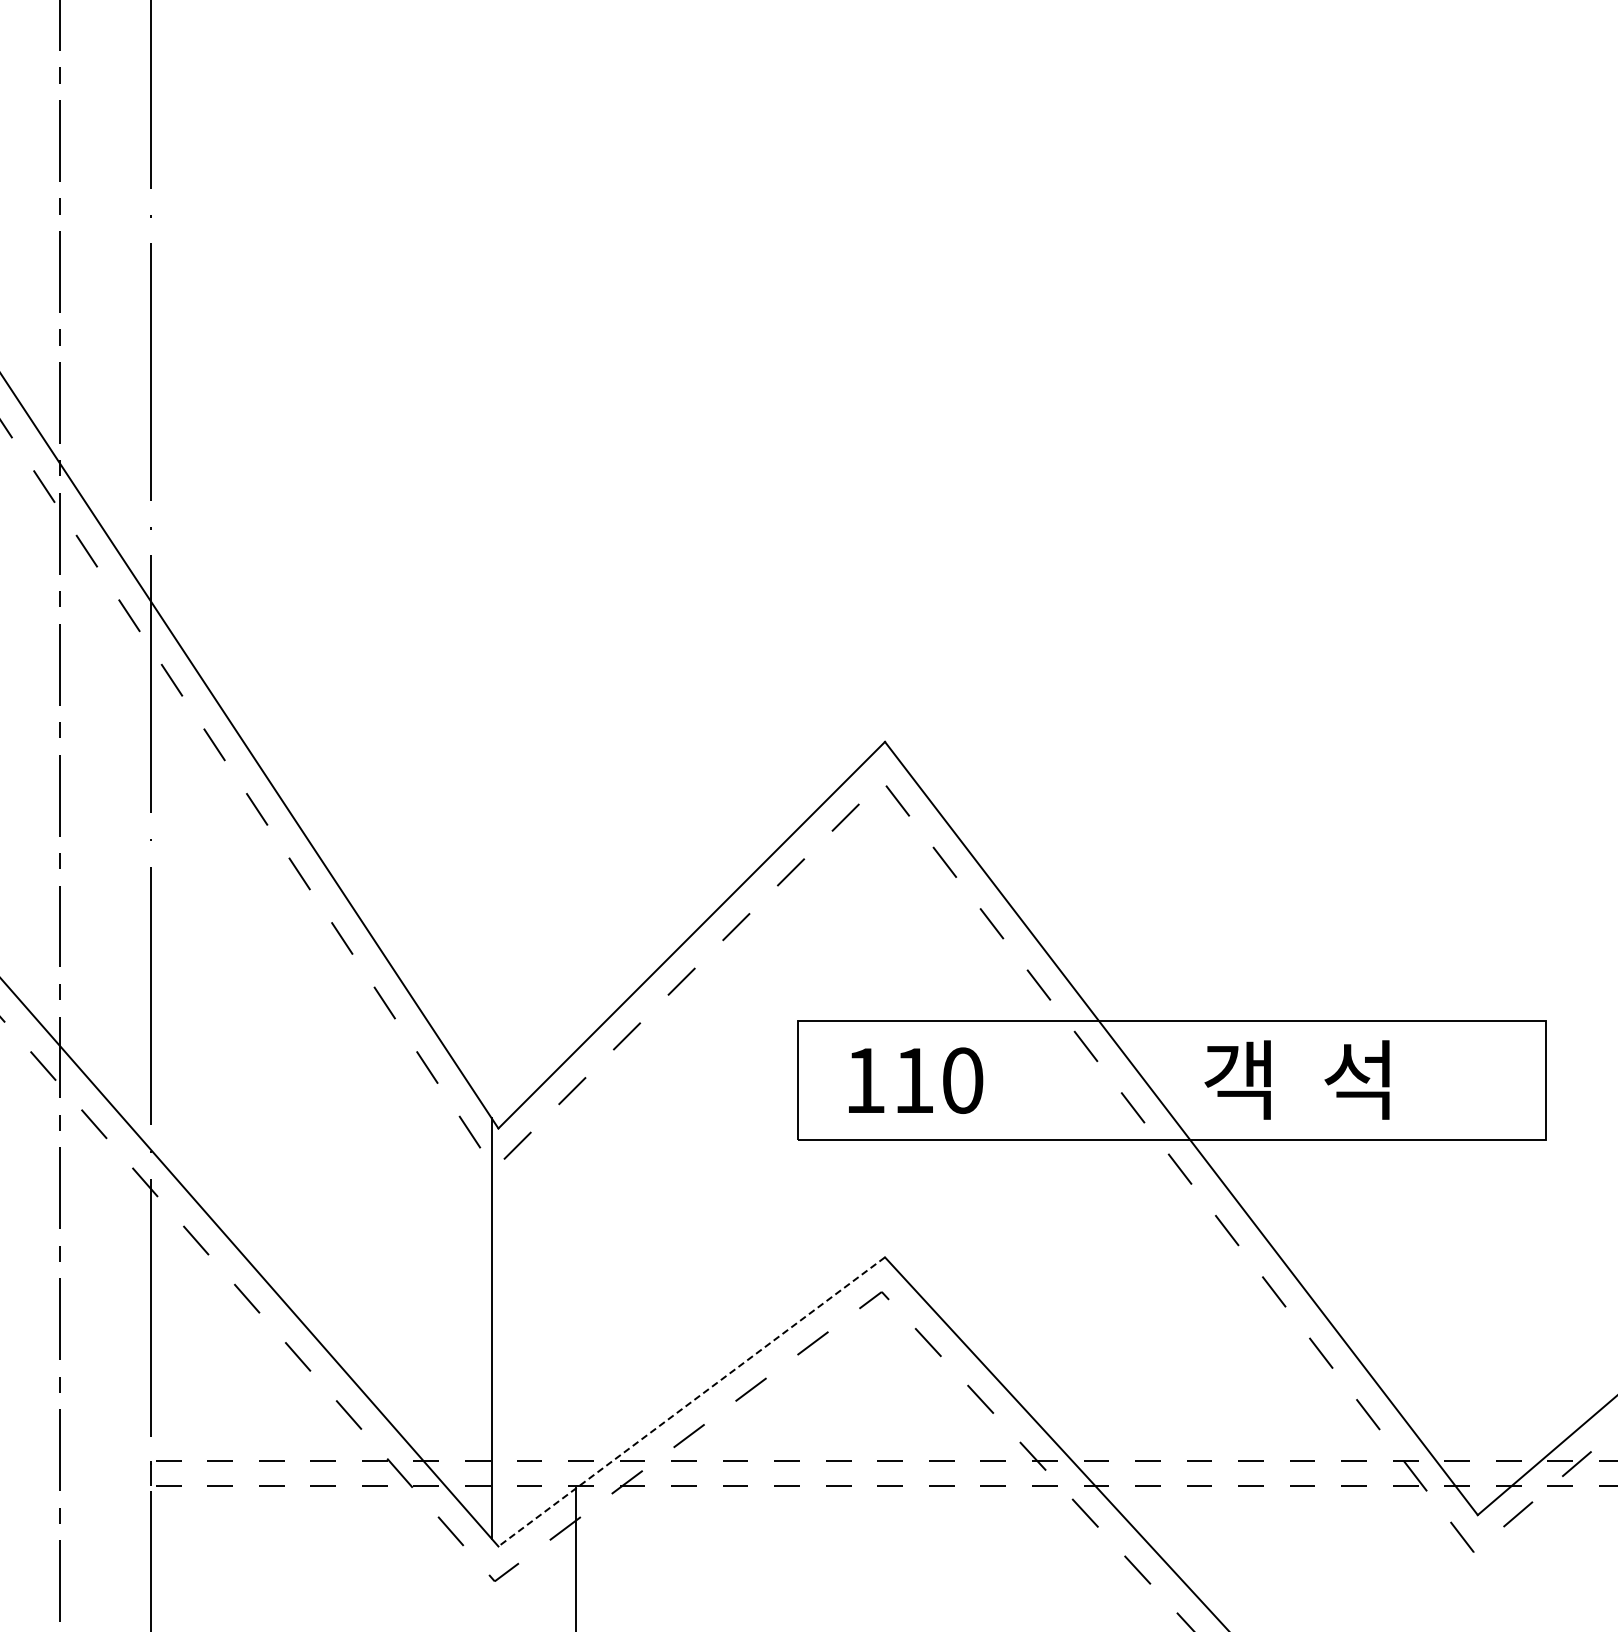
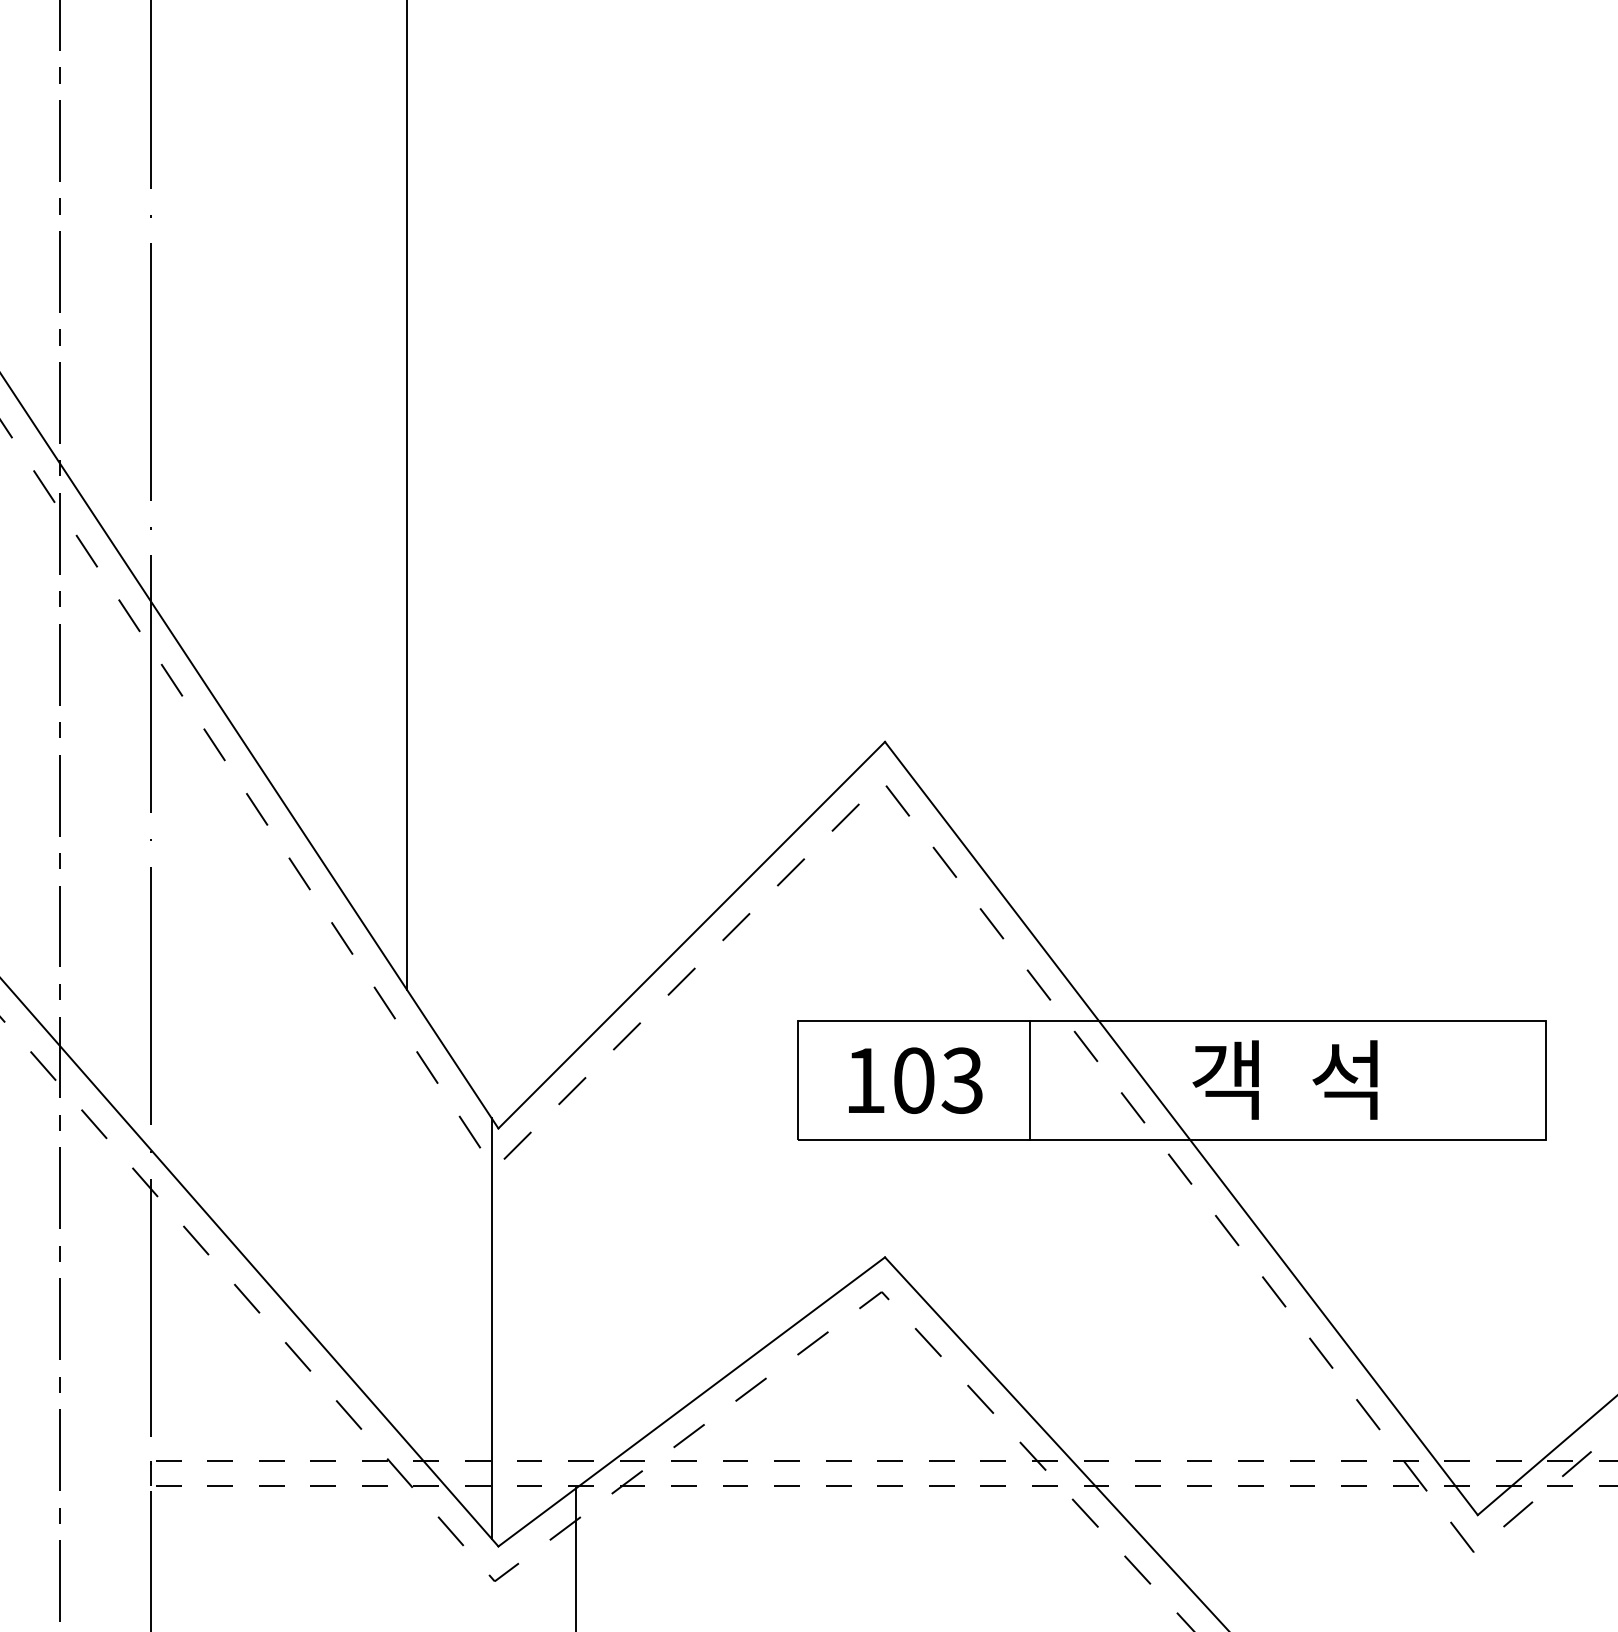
line at (406, 495): none -> present
text at (1296, 1079) position: (1296, 1079) -> (1284, 1079)
text at (938, 1080): 110 -> 103
line at (1030, 1080): none -> present
line at (691, 1402): dashed -> solid
